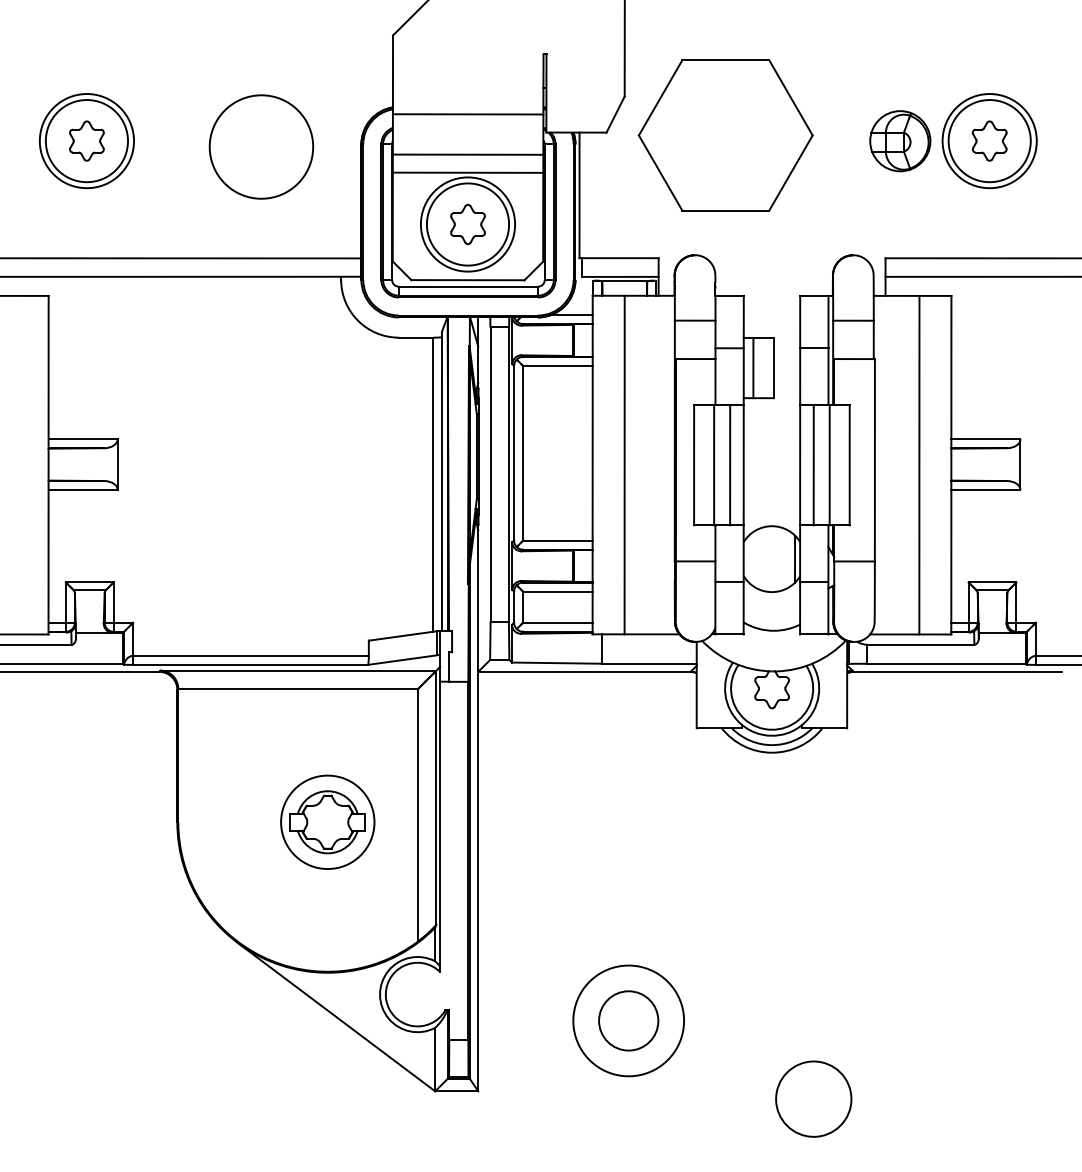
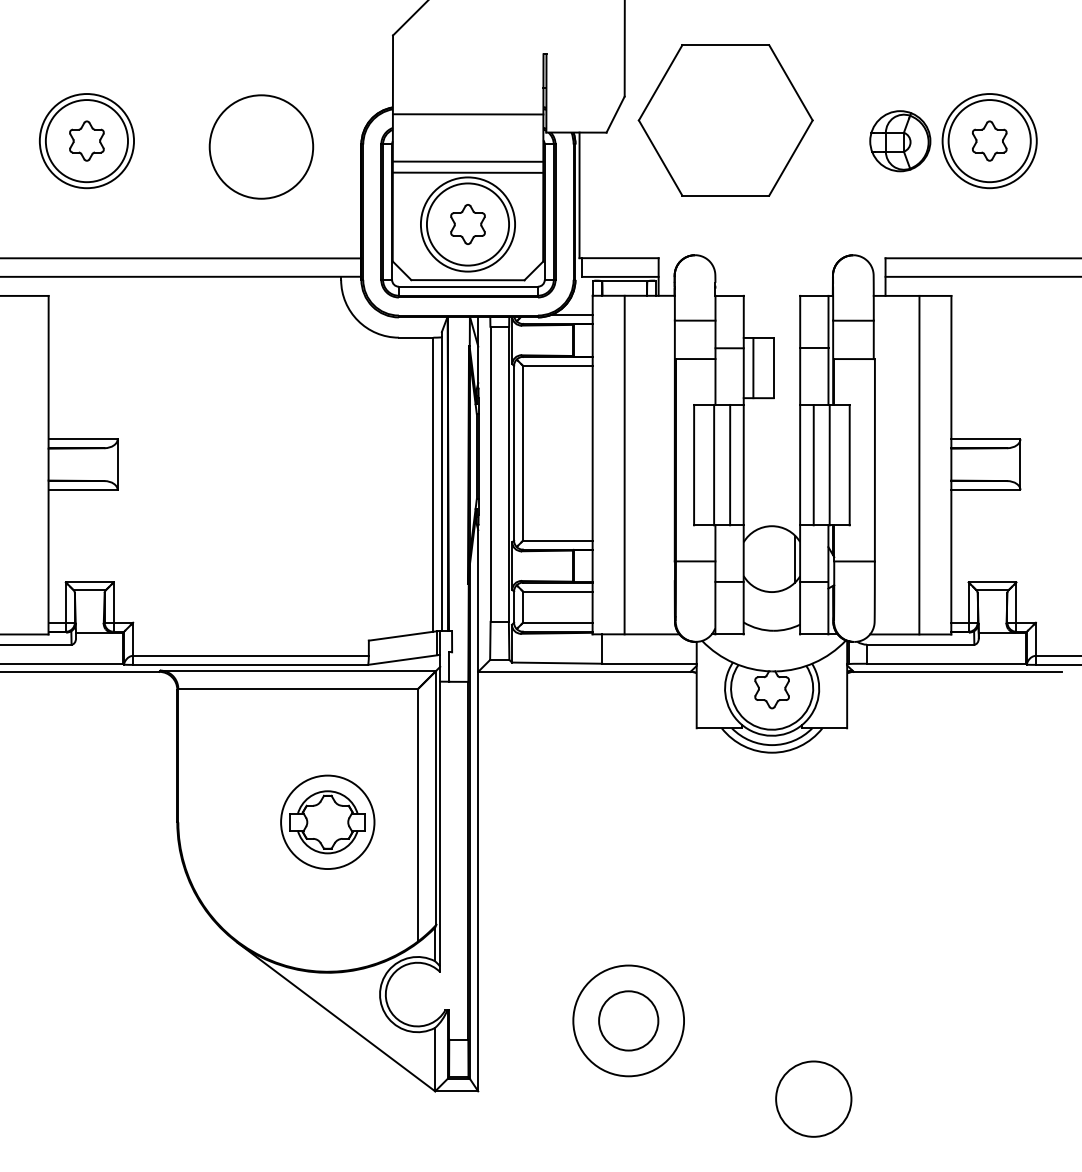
part at (725, 135) position: (725, 135) -> (725, 120)
line at (467, 154) position: (467, 154) -> (467, 161)
